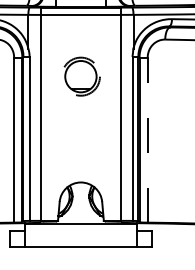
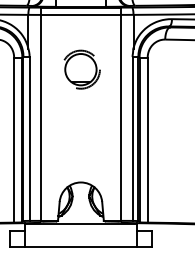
part at (81, 76) position: (81, 76) -> (81, 69)
line at (147, 139): dashed -> solid
